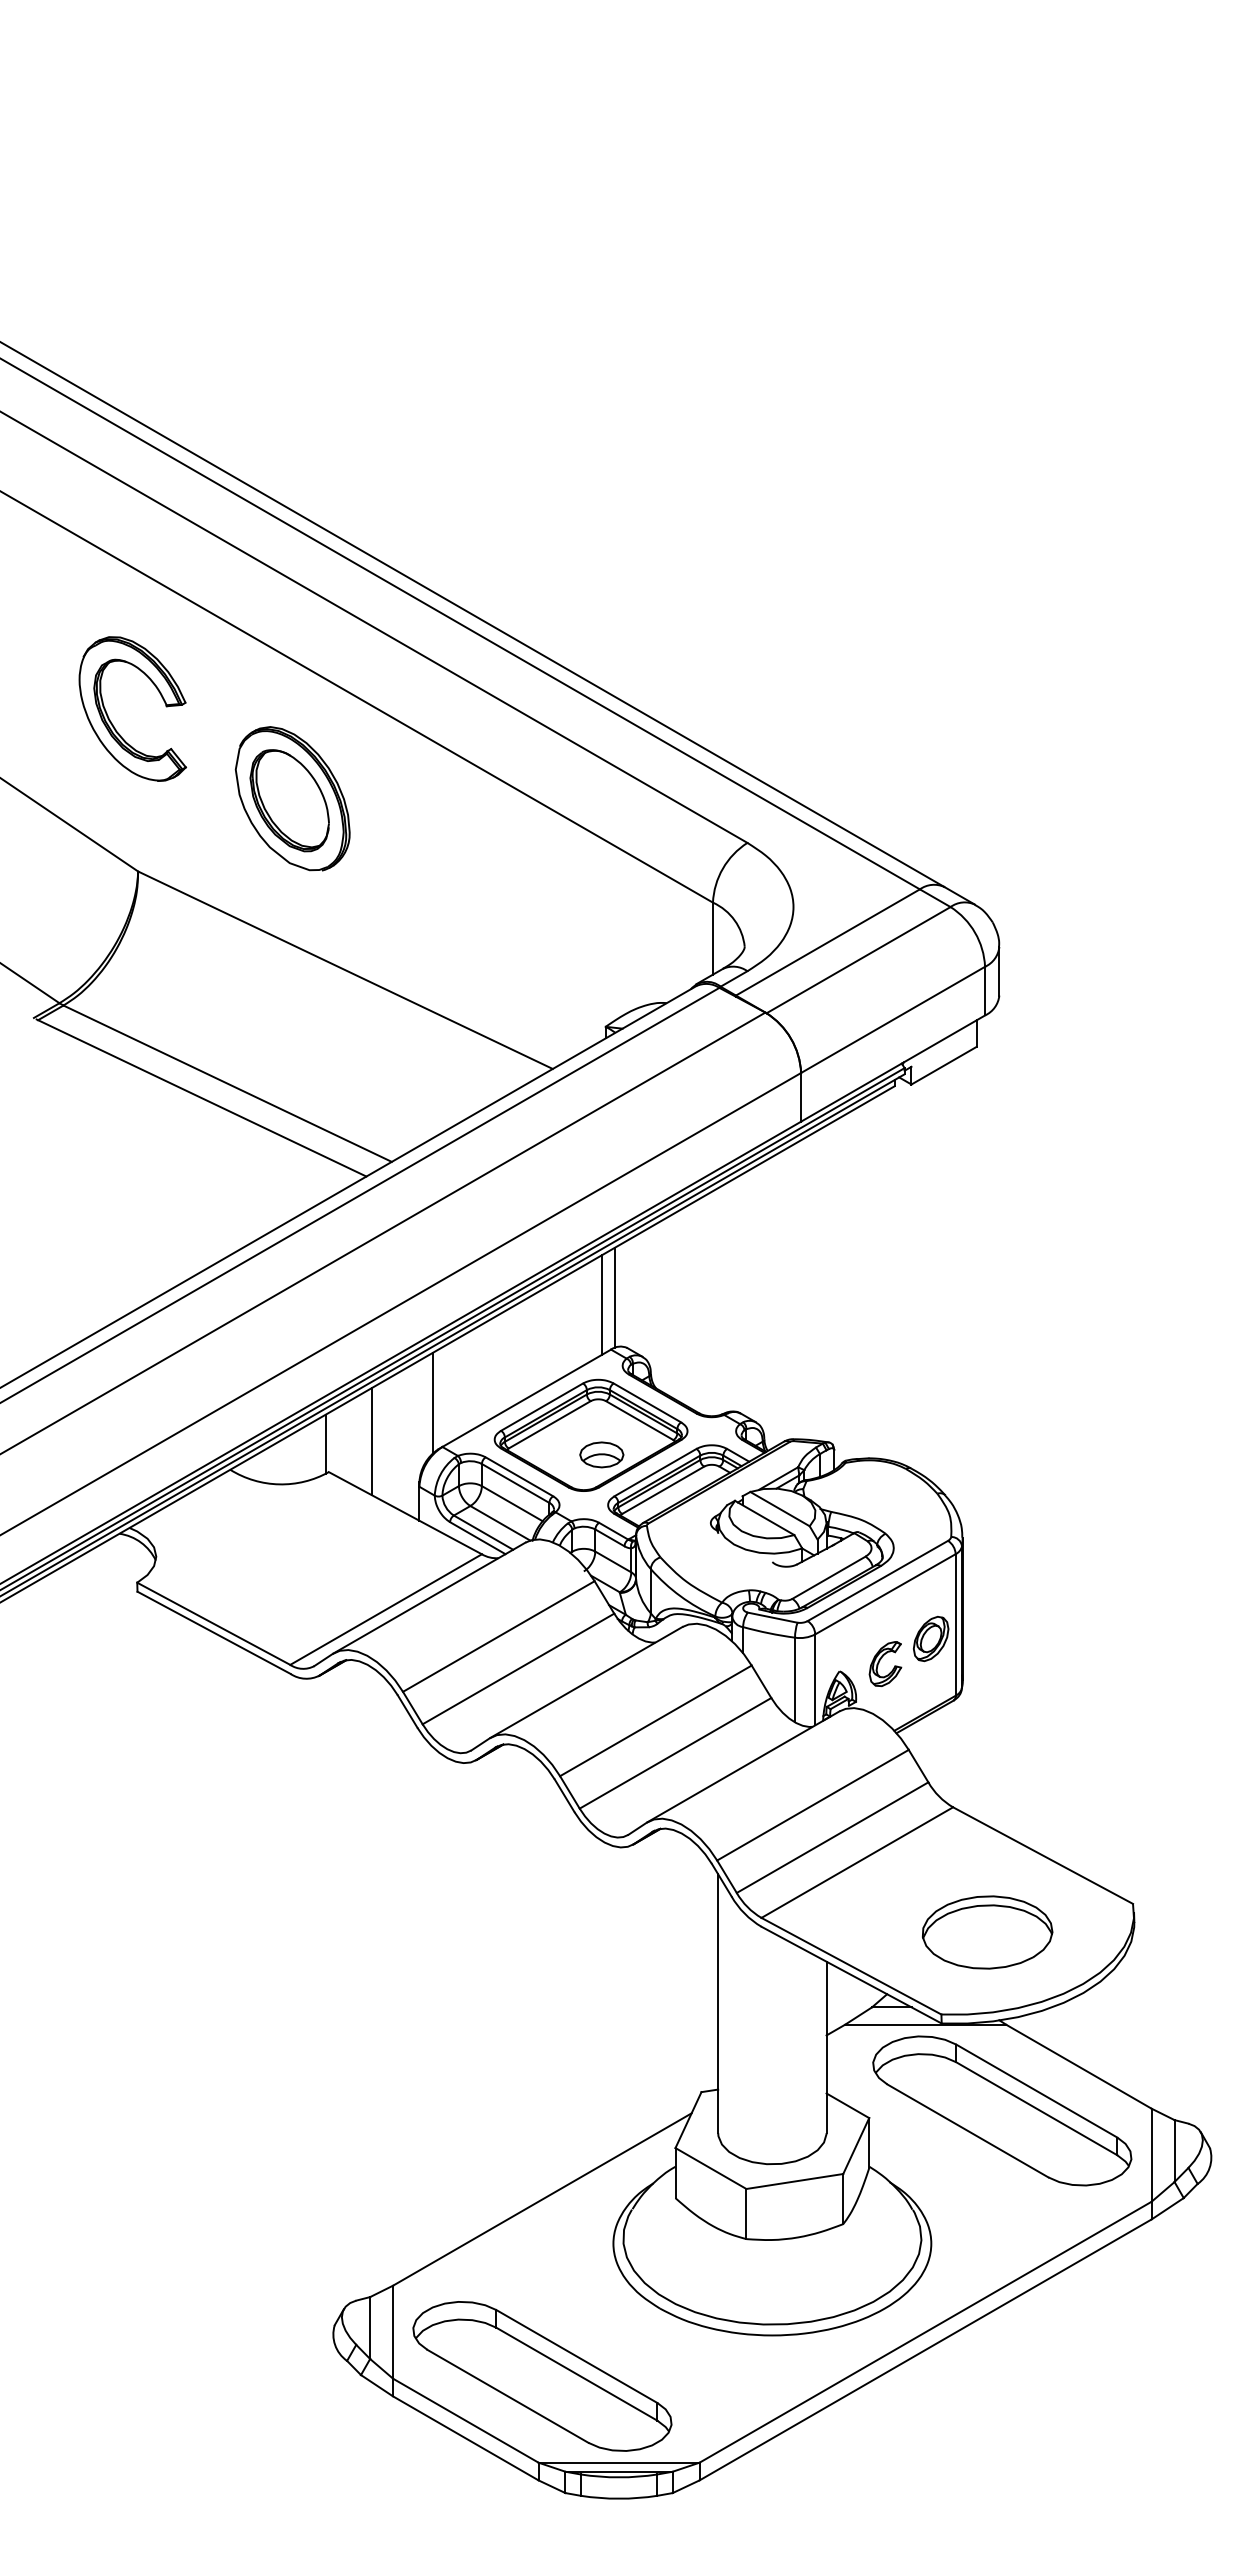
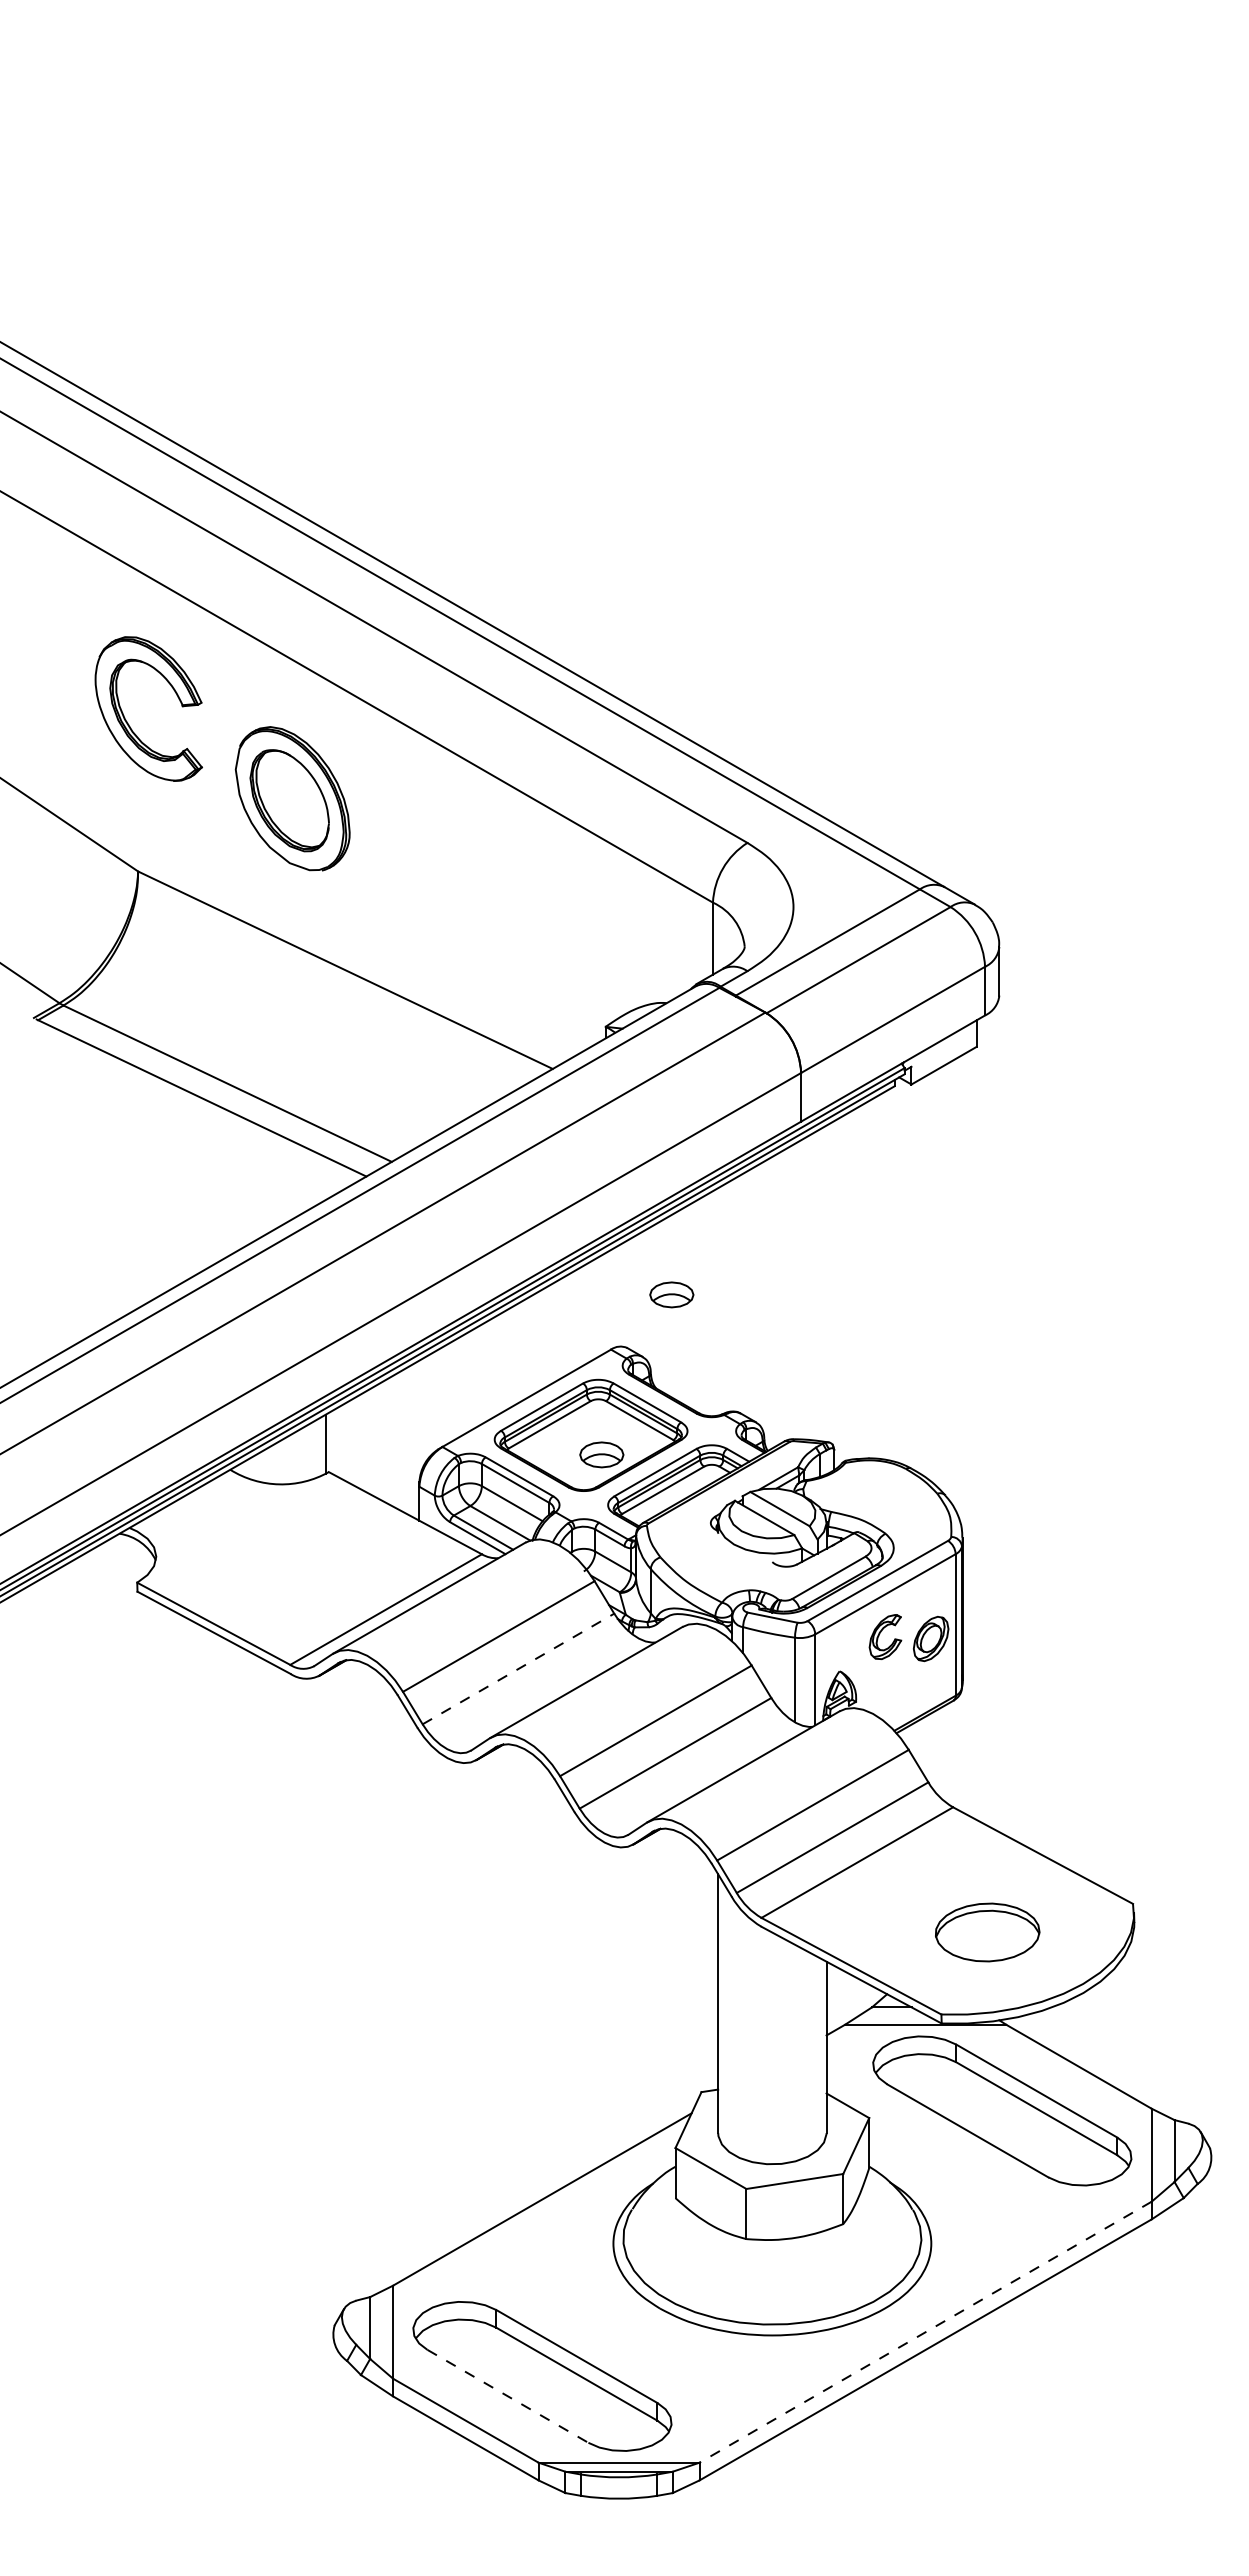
part at (110, 719) position: (110, 719) -> (126, 719)
part at (671, 1294): none -> present
line at (614, 1297): present -> none
line at (601, 1304): present -> none
line at (433, 1402): present -> none
line at (371, 1441): present -> none
part at (885, 1663) position: (885, 1663) -> (885, 1636)
line at (518, 1668): solid -> dashed
part at (987, 1932) size: 132x75 px -> 106x61 px
line at (925, 2332): solid -> dashed
line at (507, 2396): solid -> dashed
